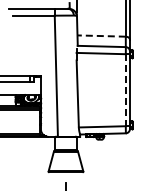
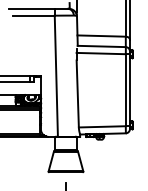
line at (101, 36): dashed -> solid
line at (125, 90): dashed -> solid
